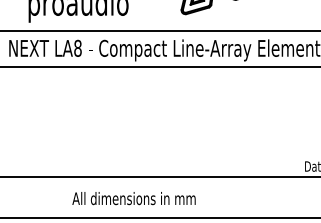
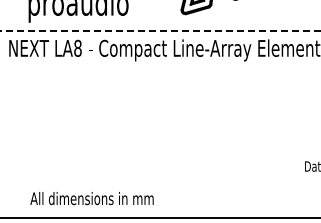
line at (160, 31): solid -> dashed
line at (159, 67): present -> none
line at (159, 177): present -> none
text at (133, 198) position: (133, 198) -> (91, 198)
